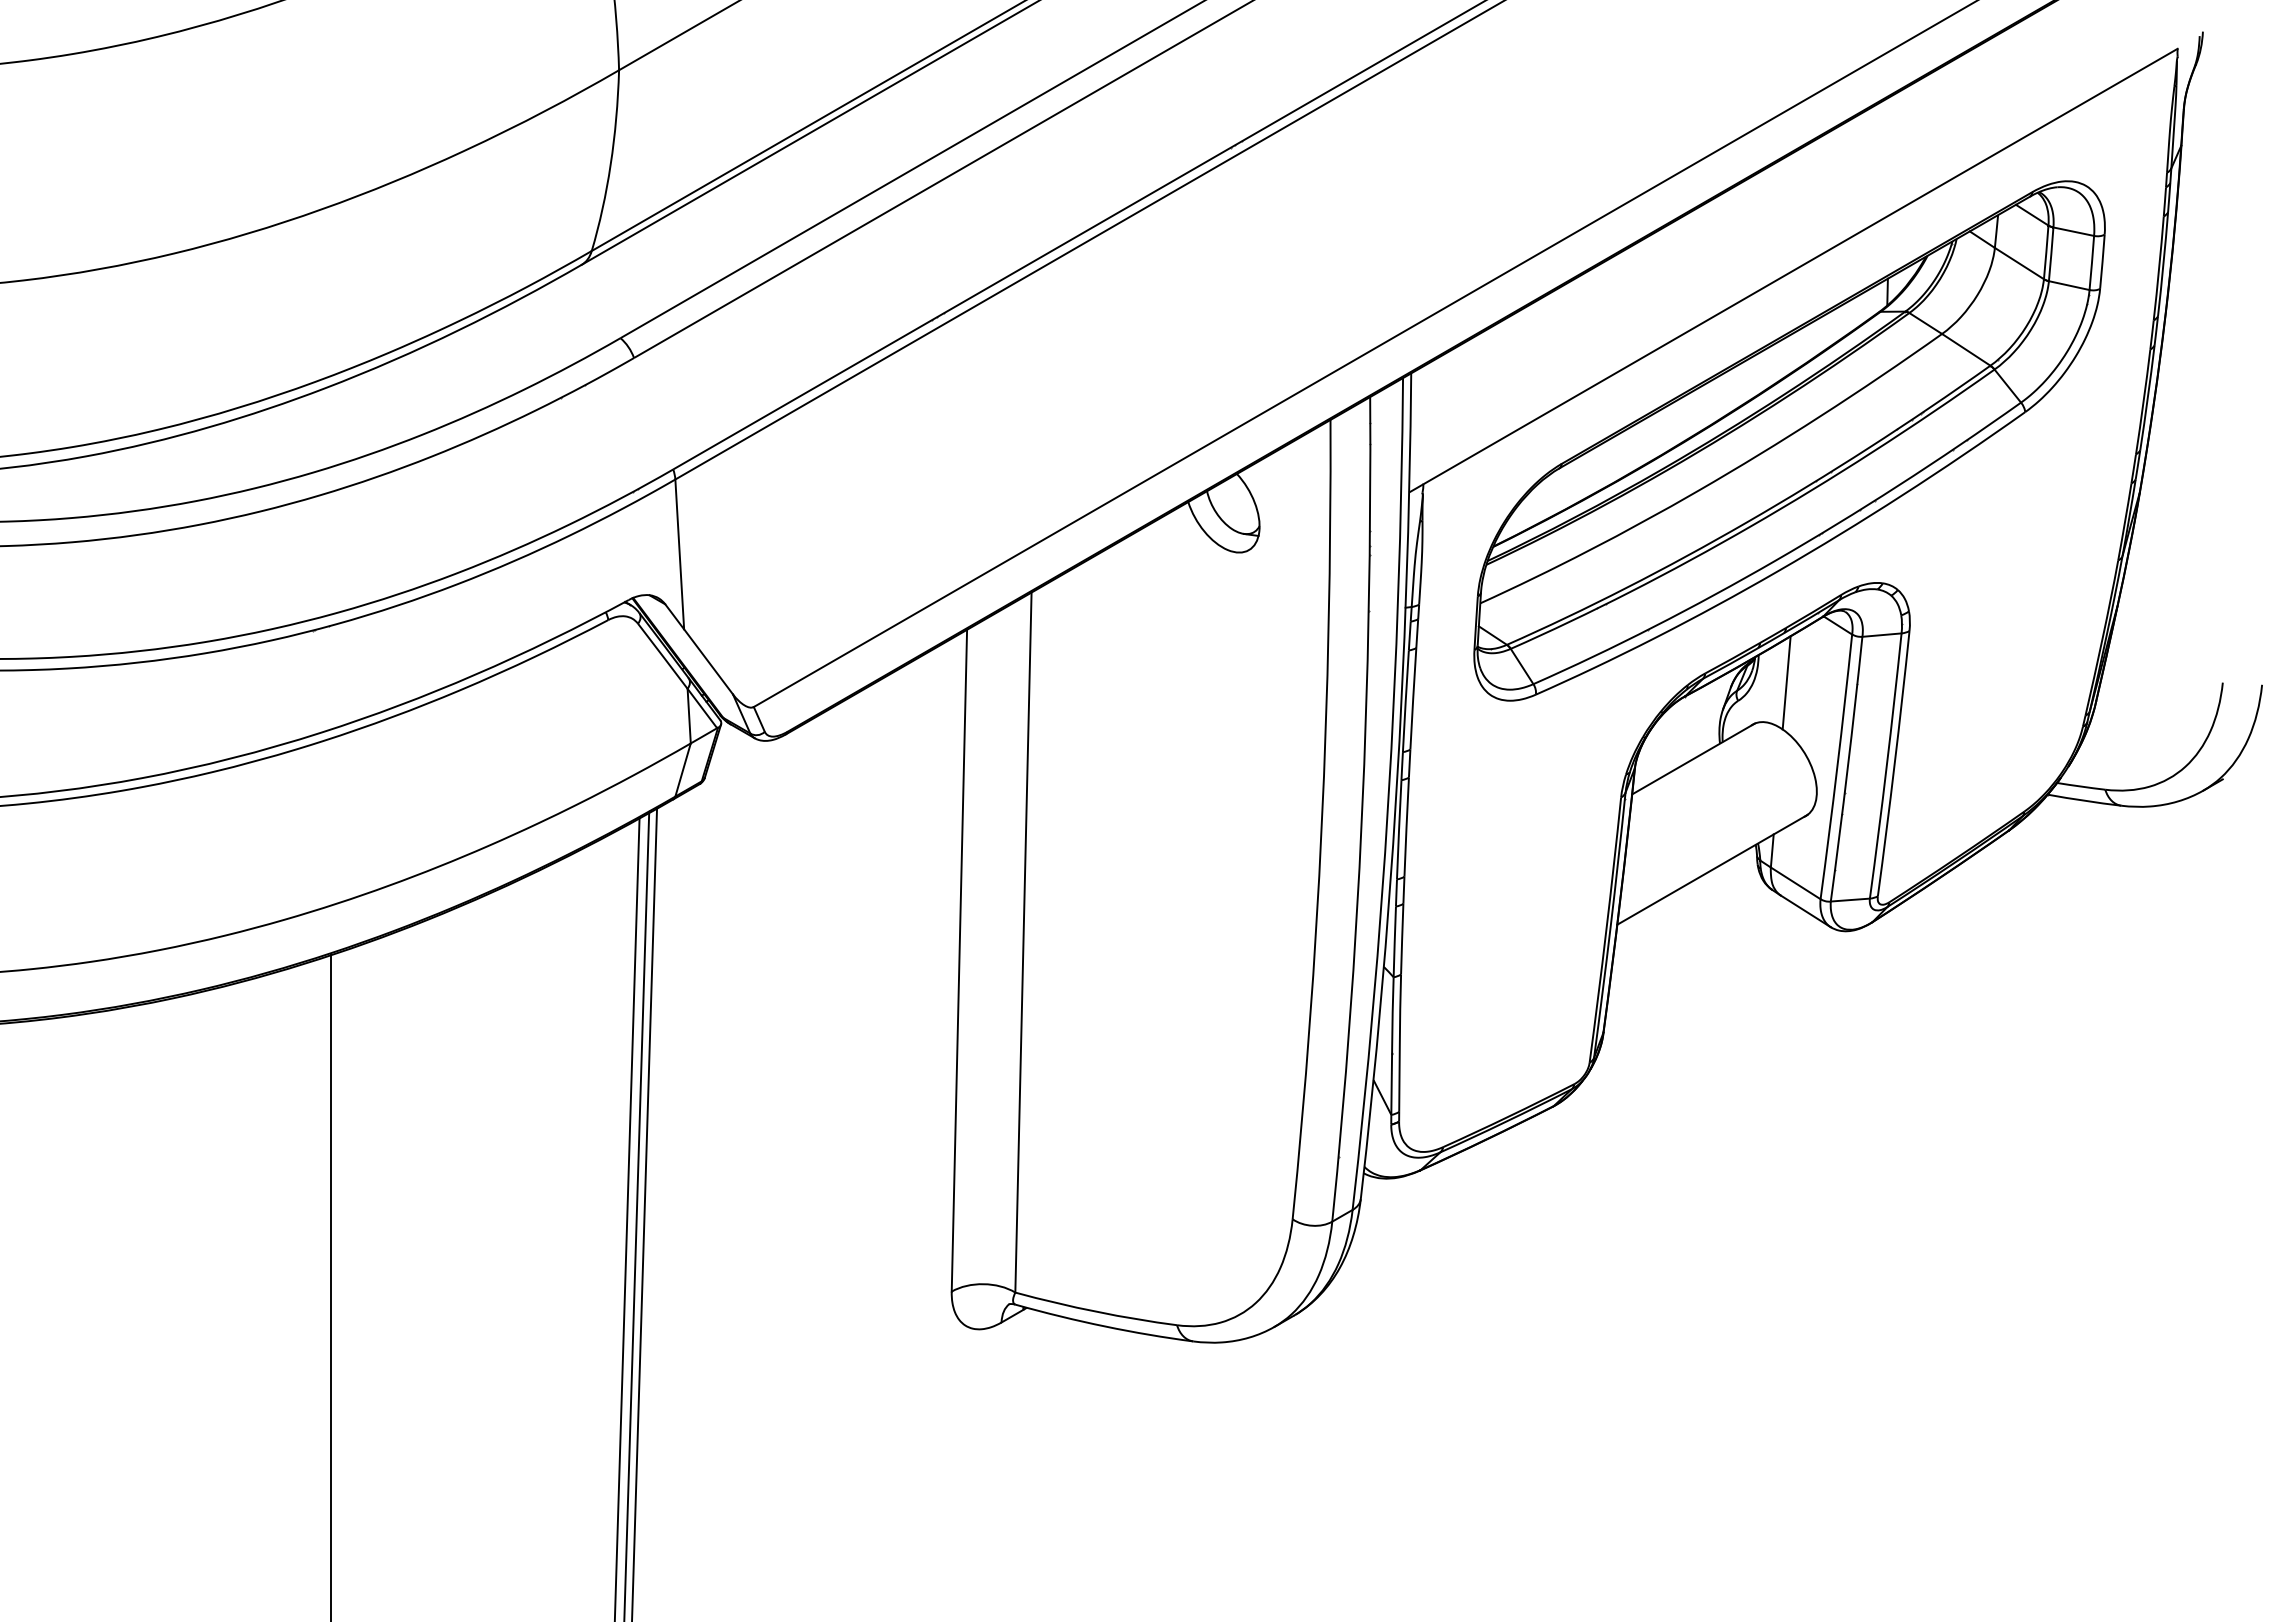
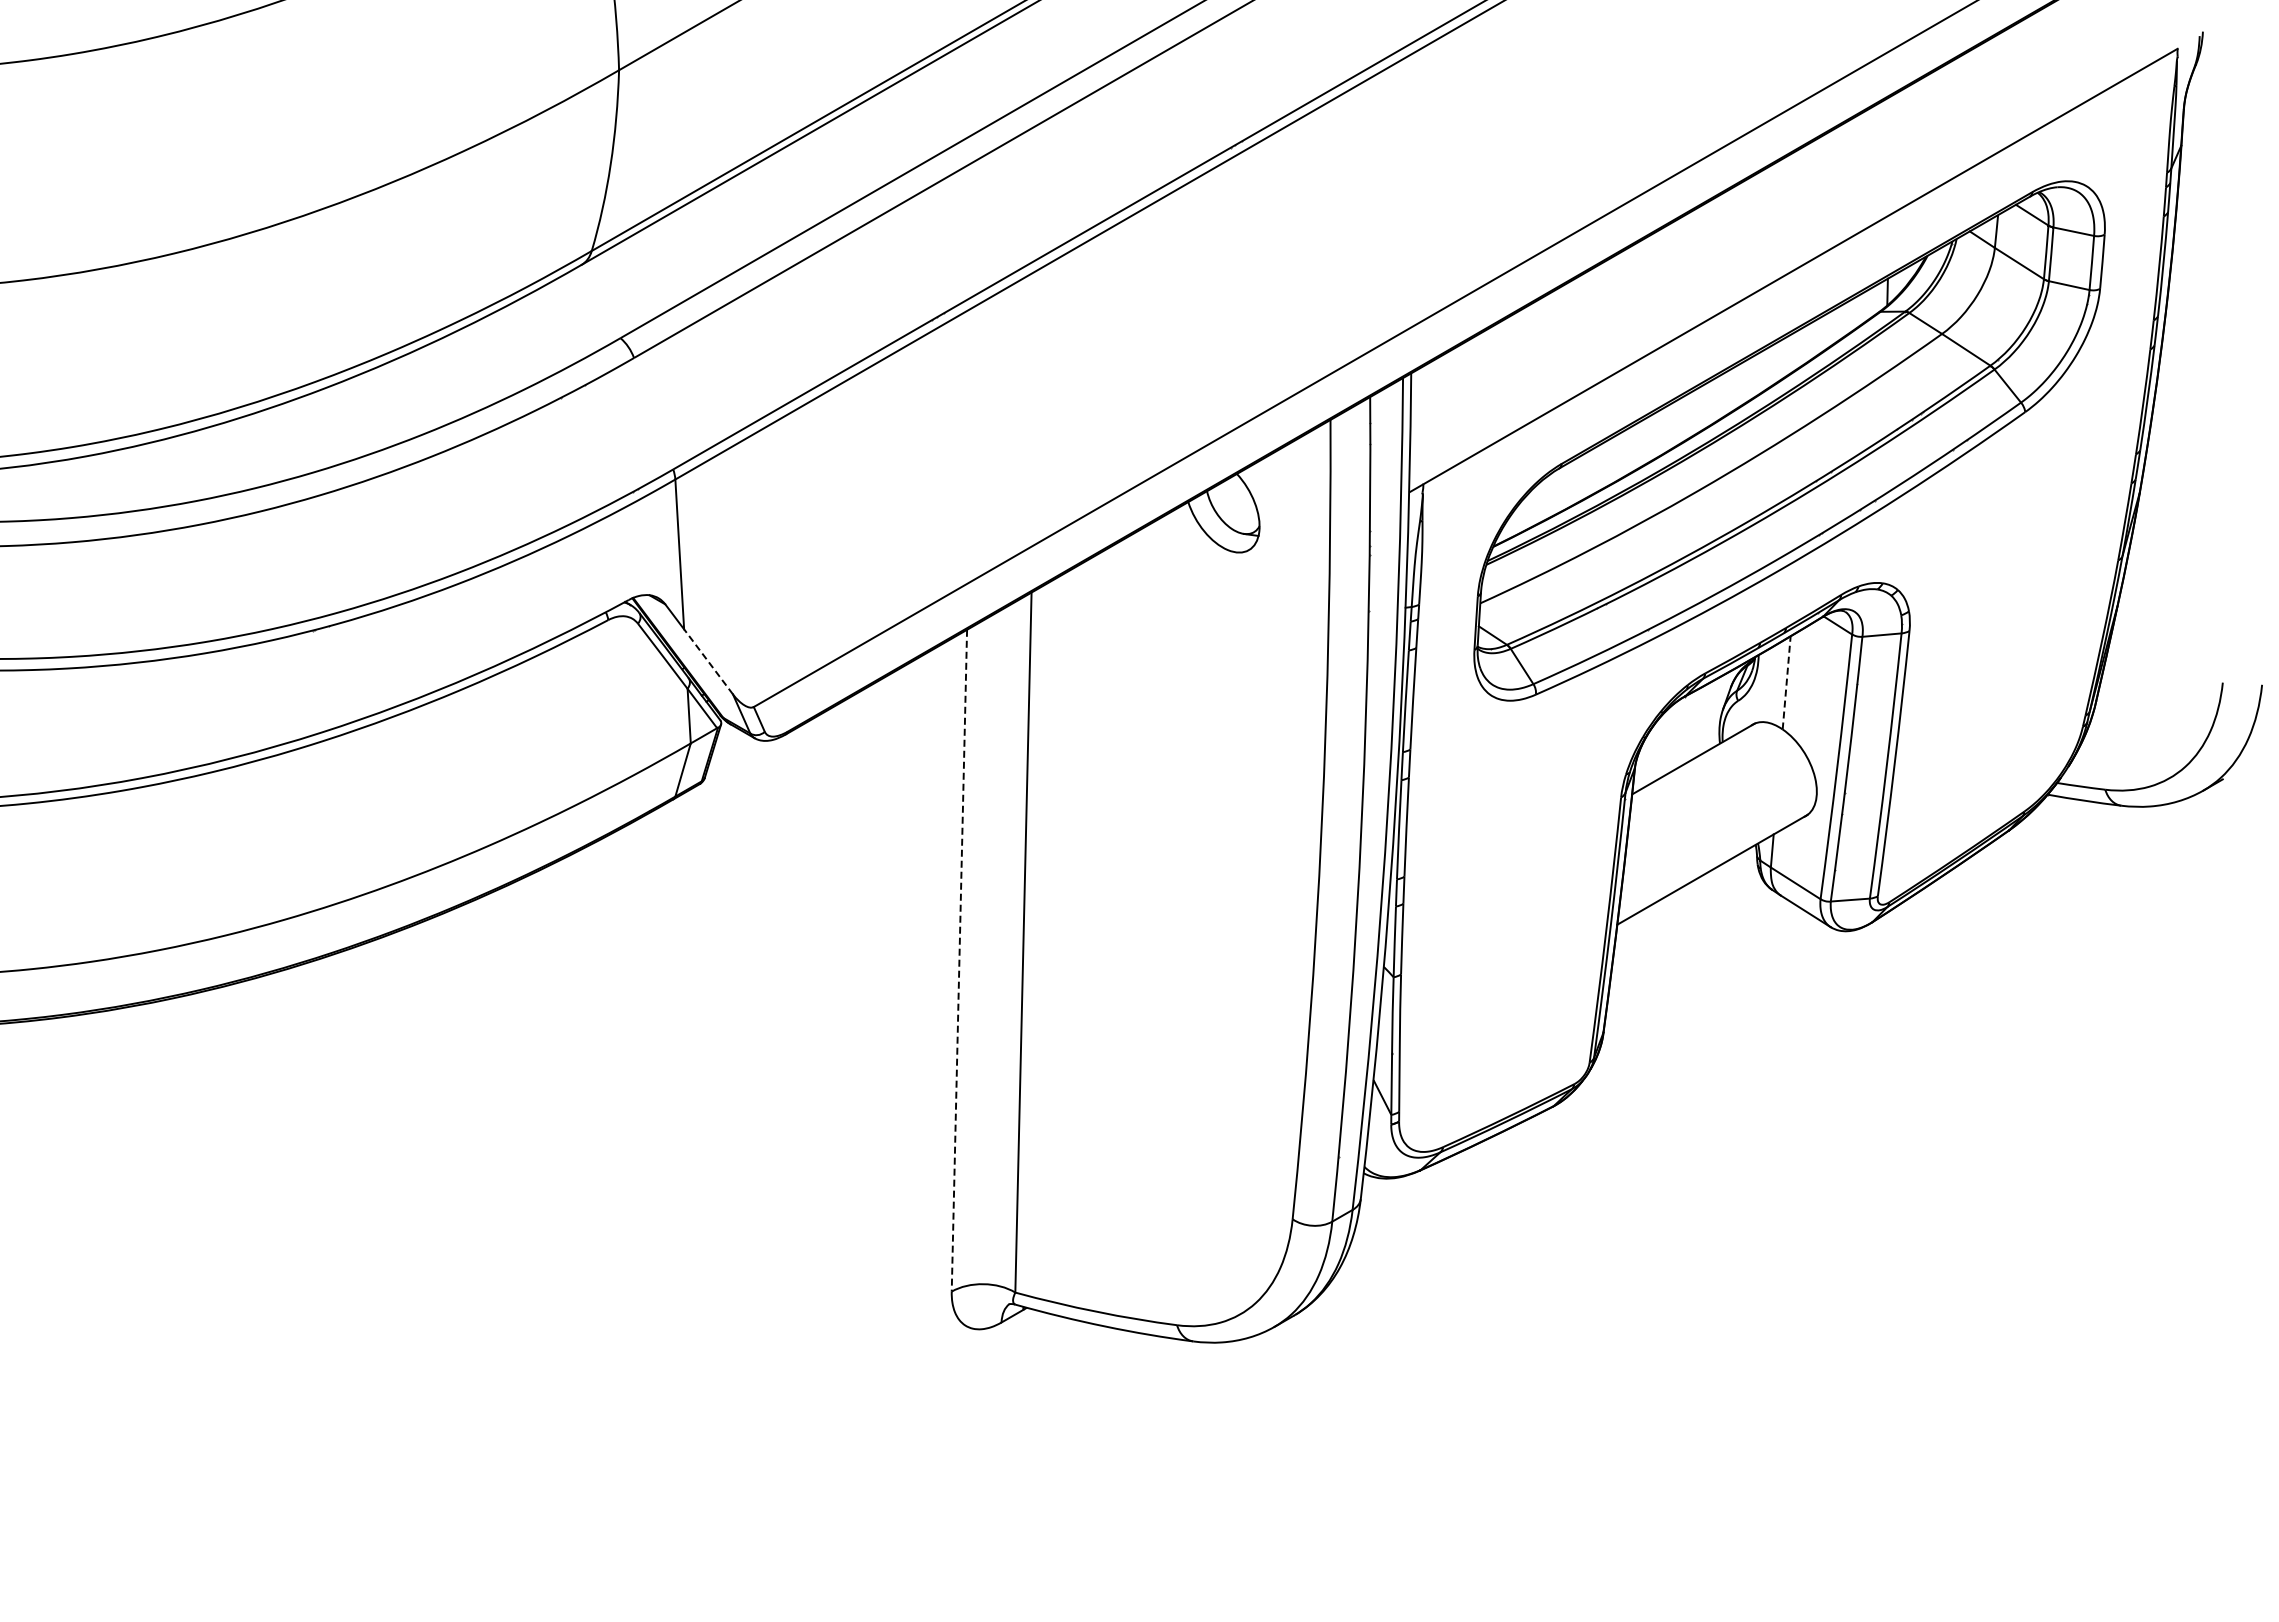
line at (708, 661): solid -> dashed
line at (1786, 682): solid -> dashed
line at (959, 961): solid -> dashed
line at (644, 1213): present -> none
line at (636, 1215): present -> none
line at (626, 1218): present -> none
line at (330, 1286): present -> none
